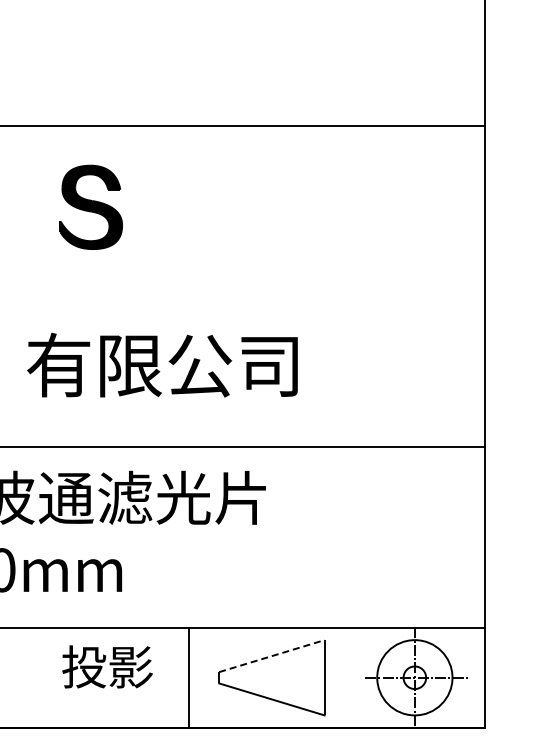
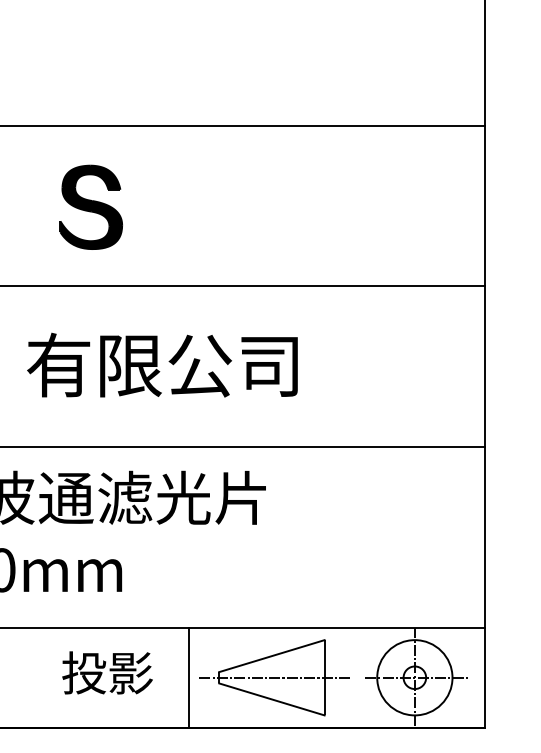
line at (243, 286): none -> present
line at (272, 655): dashed -> solid
text at (107, 666) position: (107, 666) -> (107, 672)
line at (274, 677): none -> present
